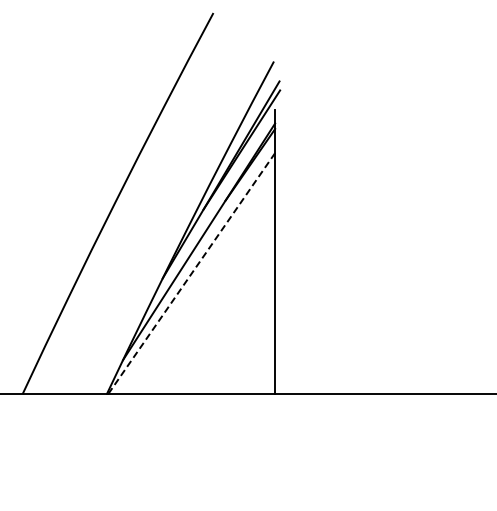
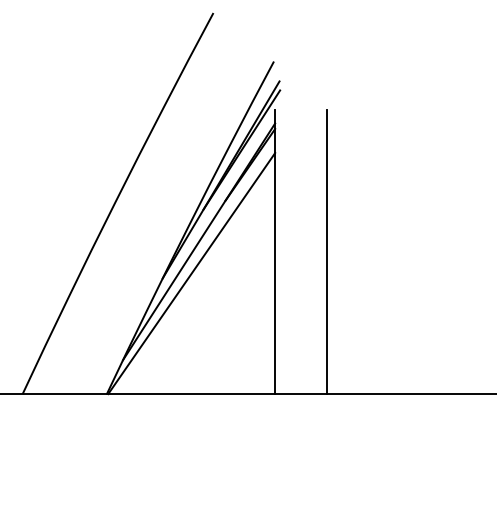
line at (326, 252): none -> present
line at (191, 273): dashed -> solid
